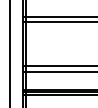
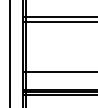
line at (58, 66): present -> none
